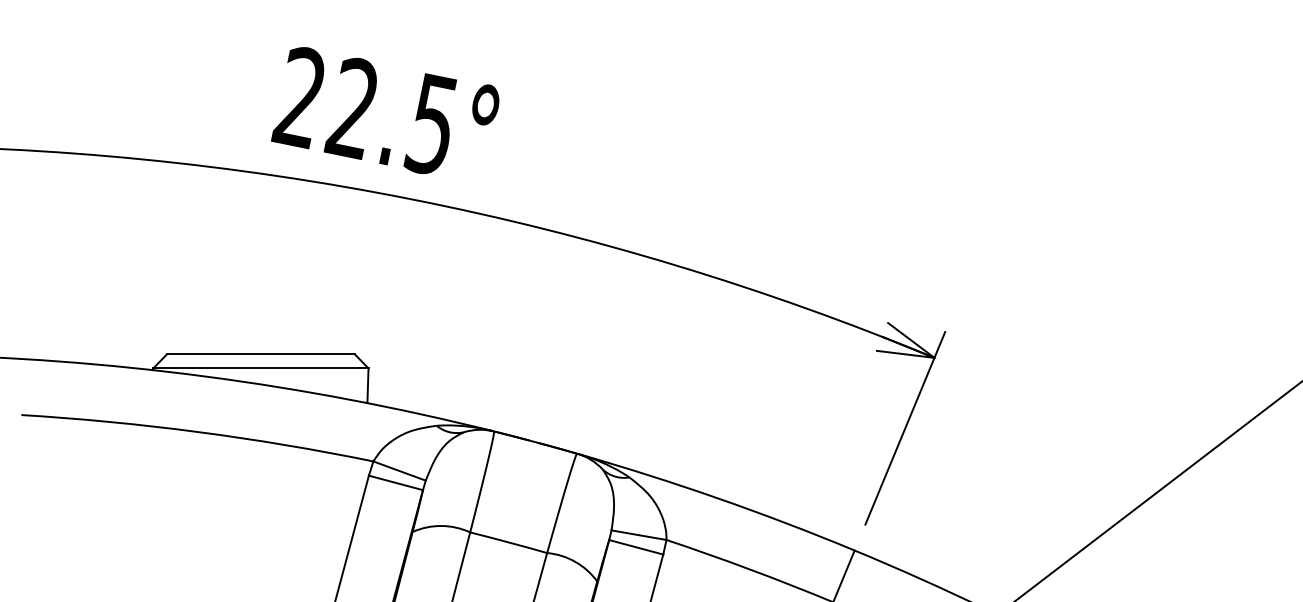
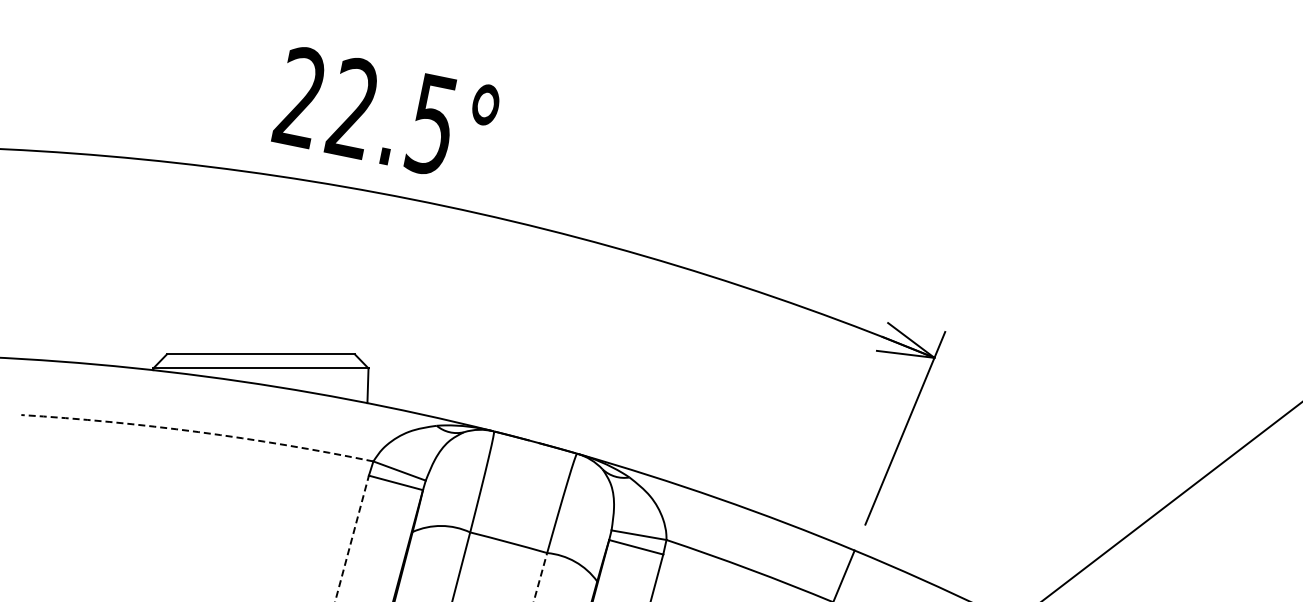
arc at (198, 432): solid -> dashed
line at (1158, 490) position: (1158, 490) -> (1172, 501)
line at (352, 538): solid -> dashed
line at (540, 577): solid -> dashed
